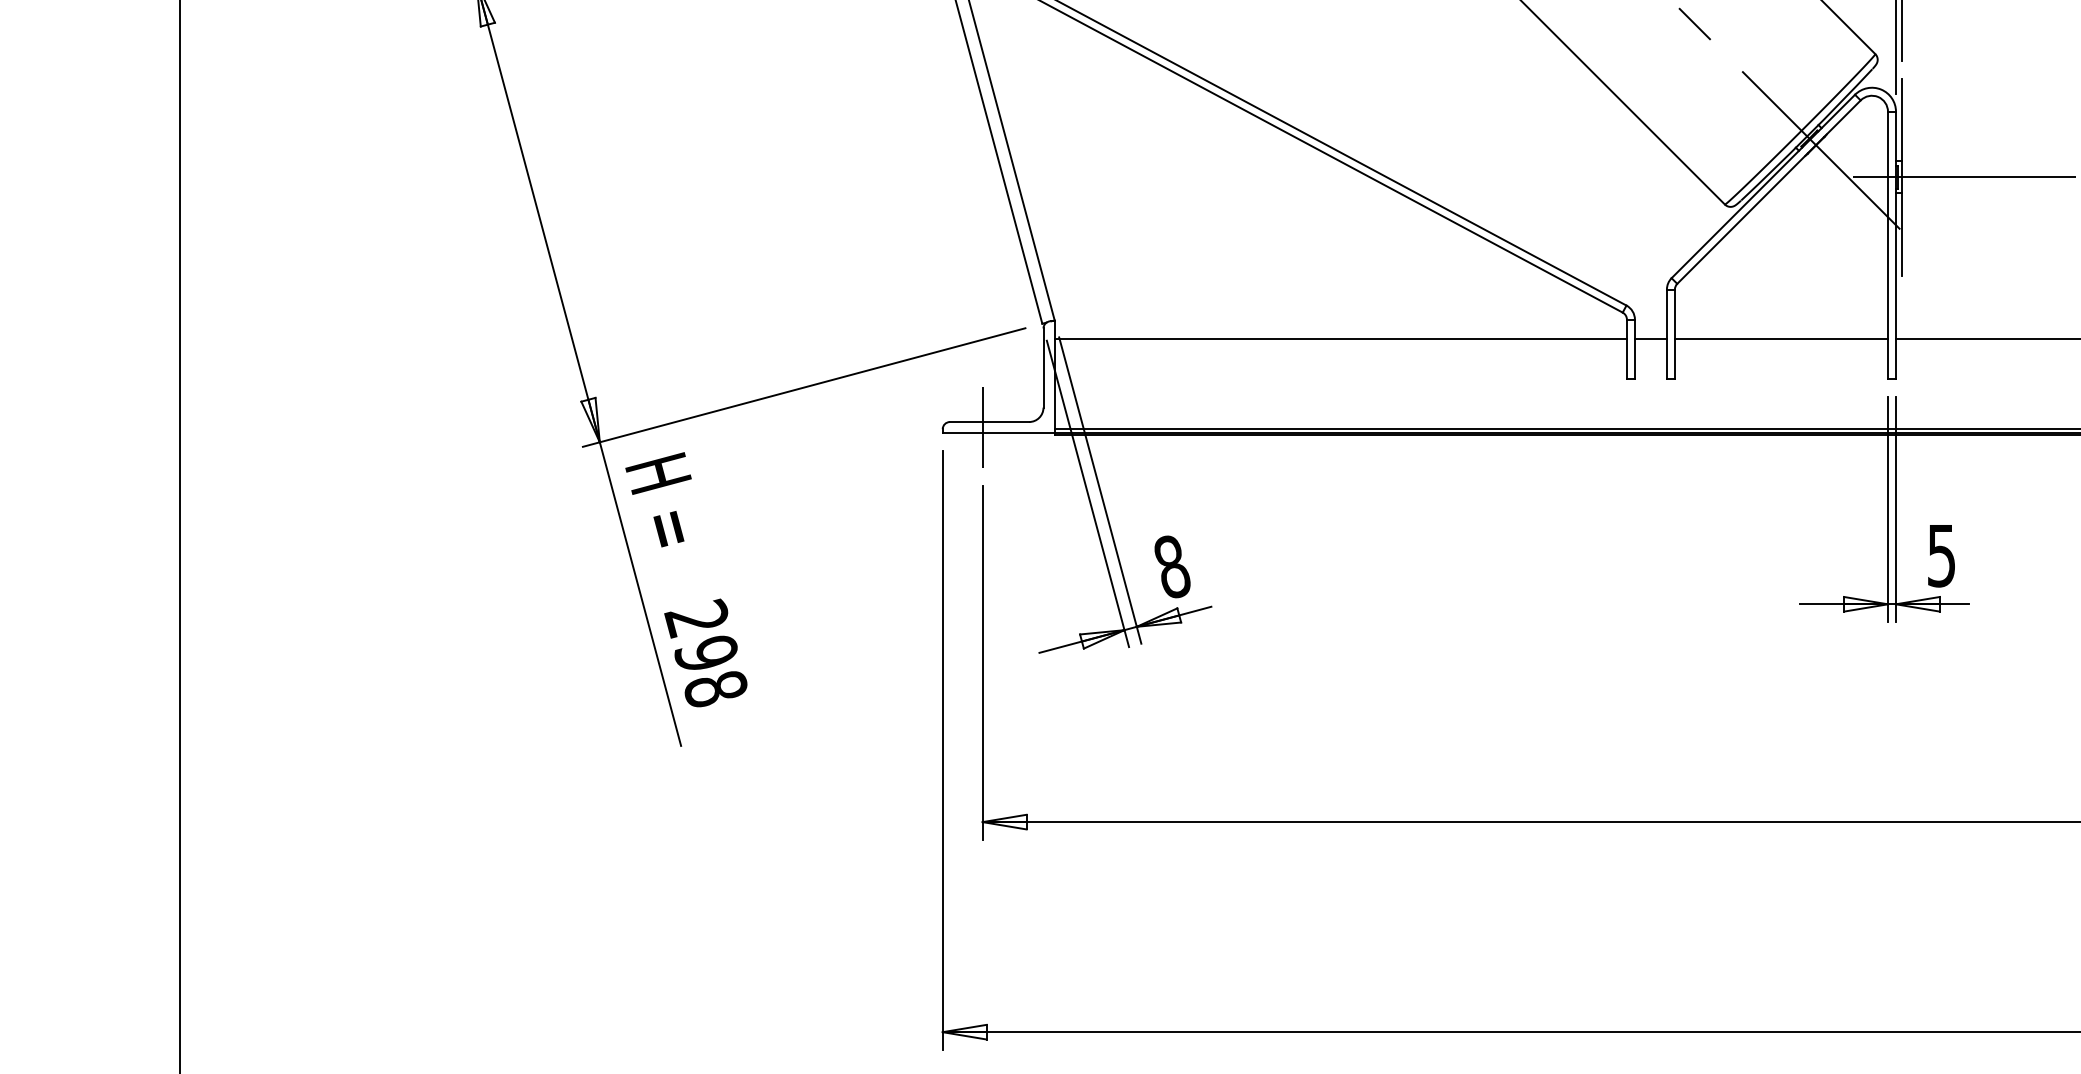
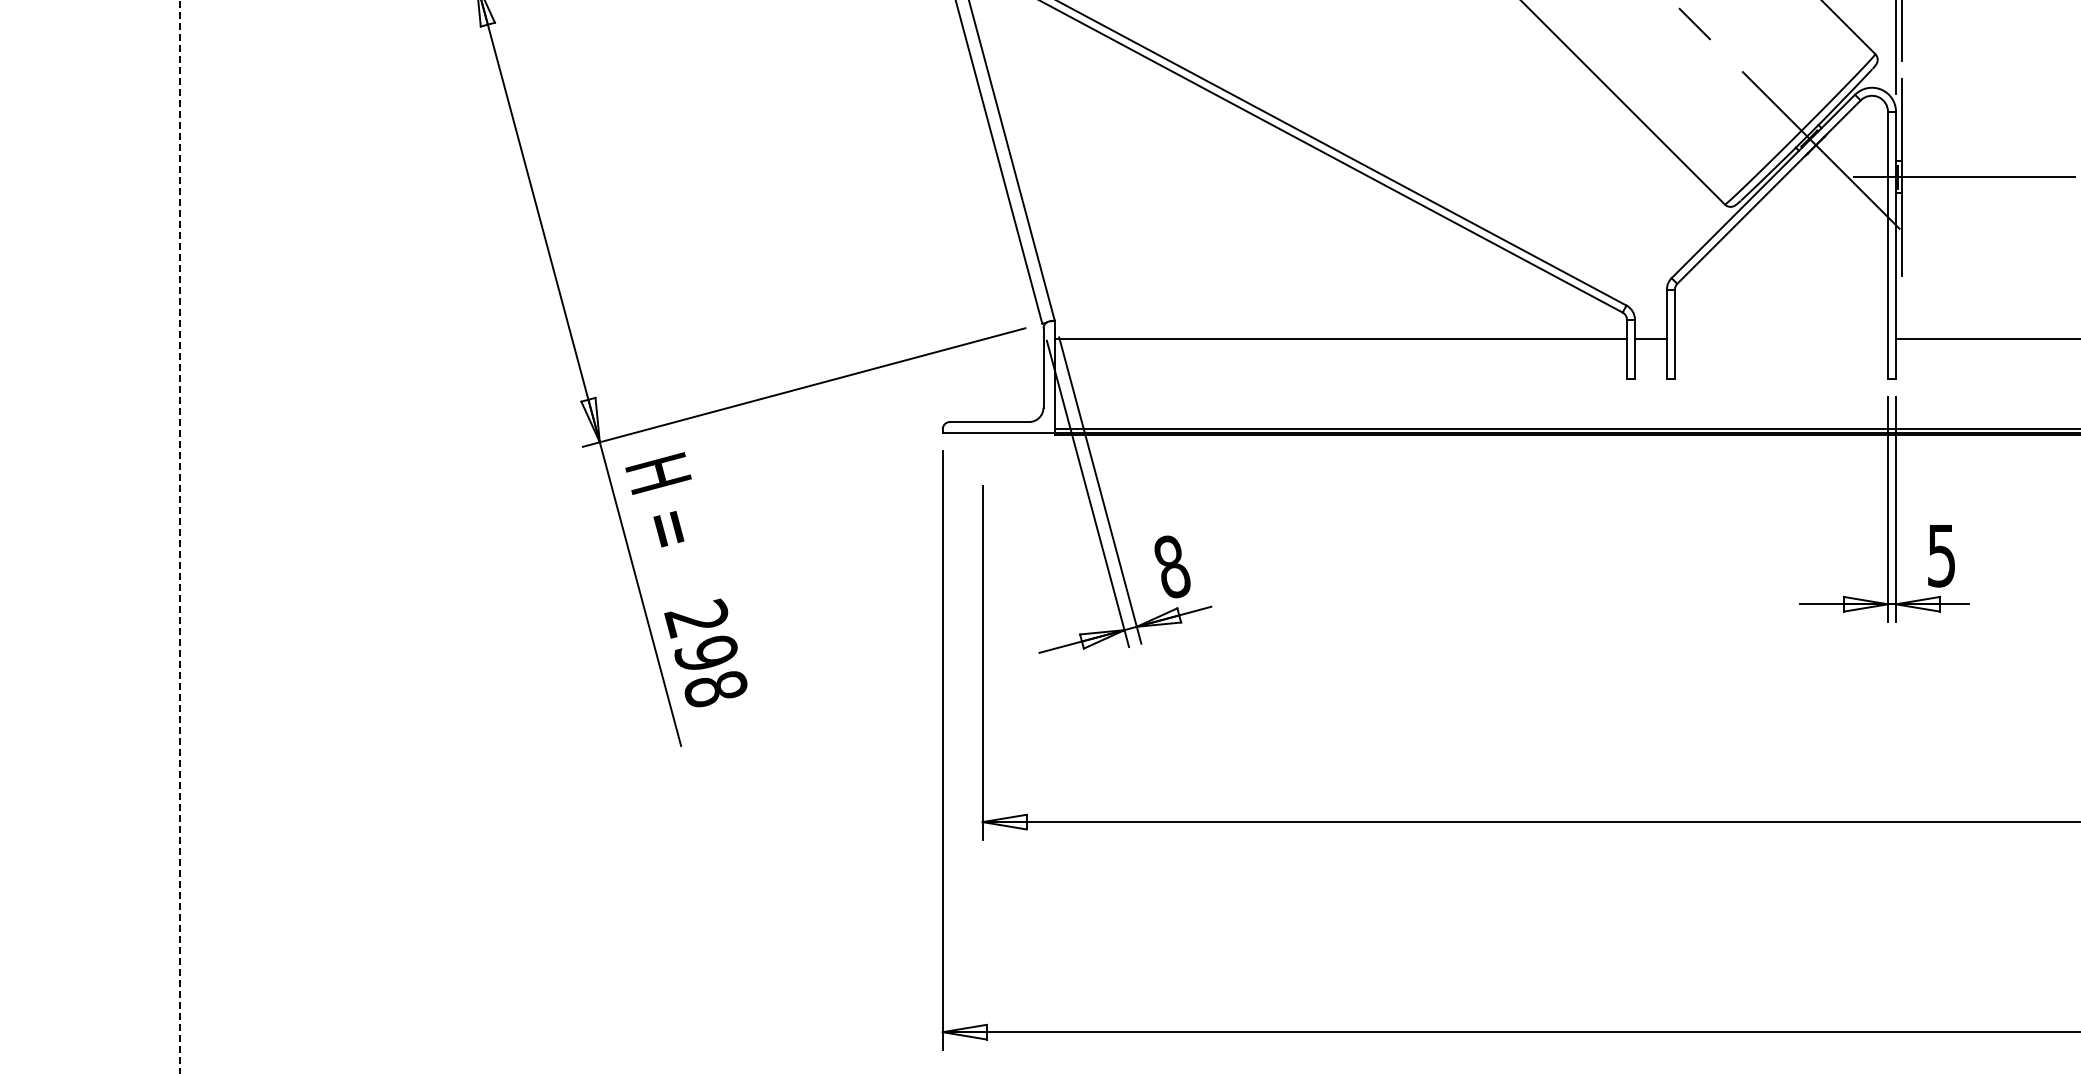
line at (1781, 338): present -> none
line at (982, 427): present -> none
line at (179, 536): solid -> dashed
